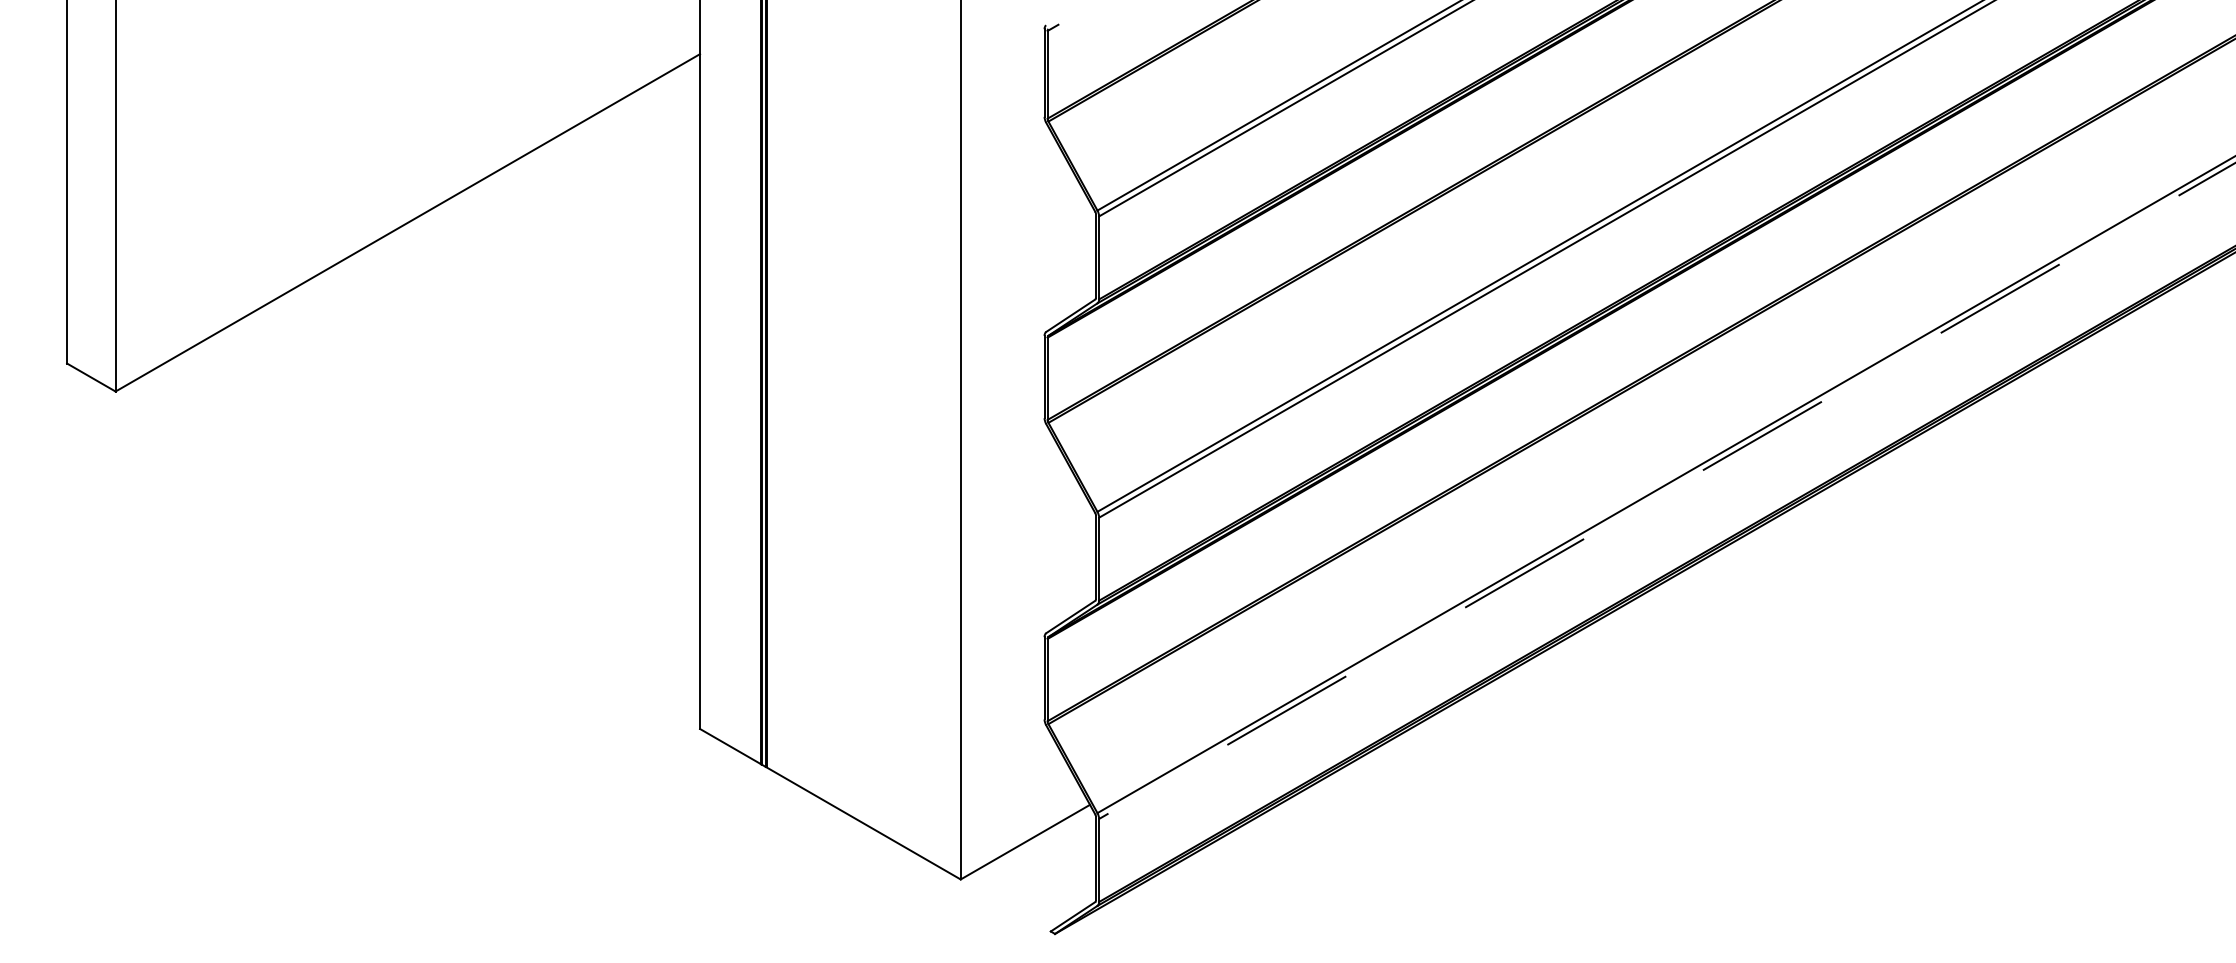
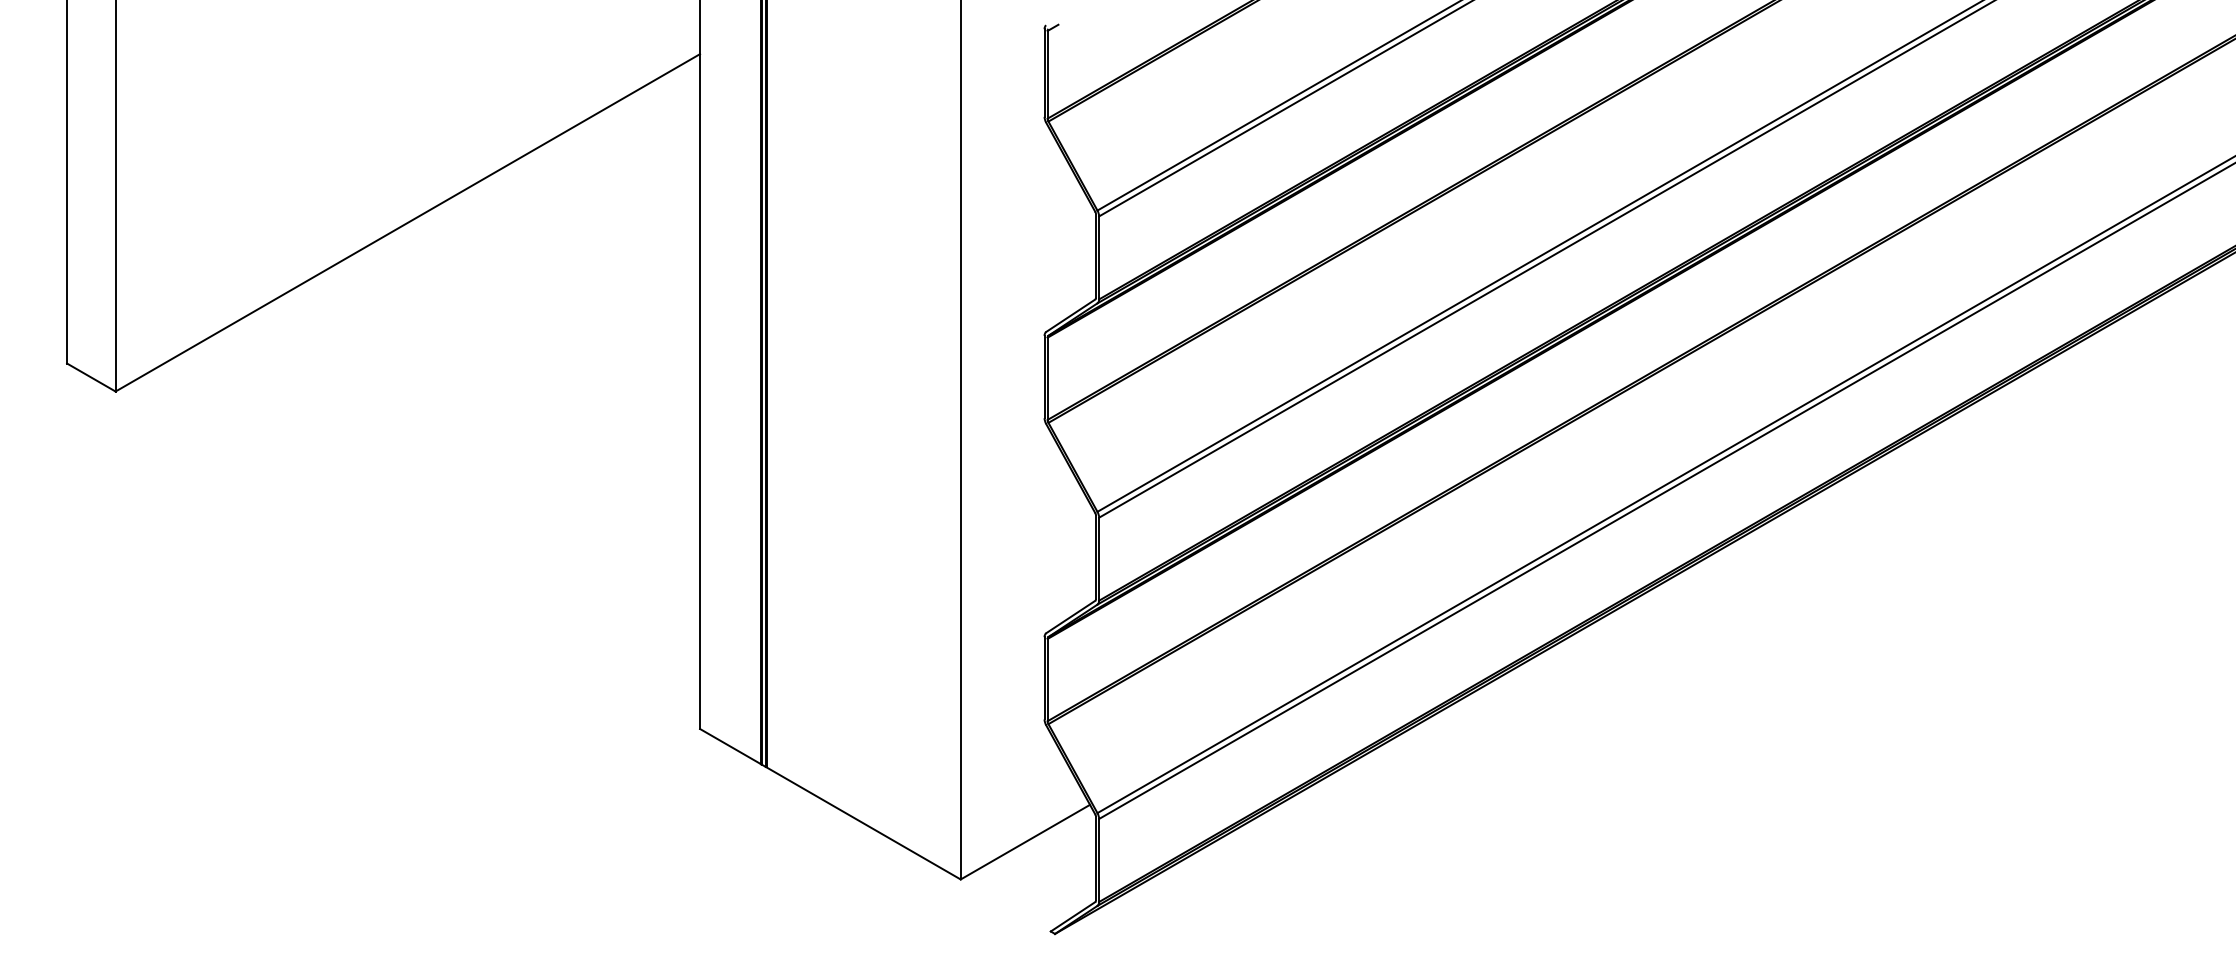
line at (1667, 491): dashed -> solid
